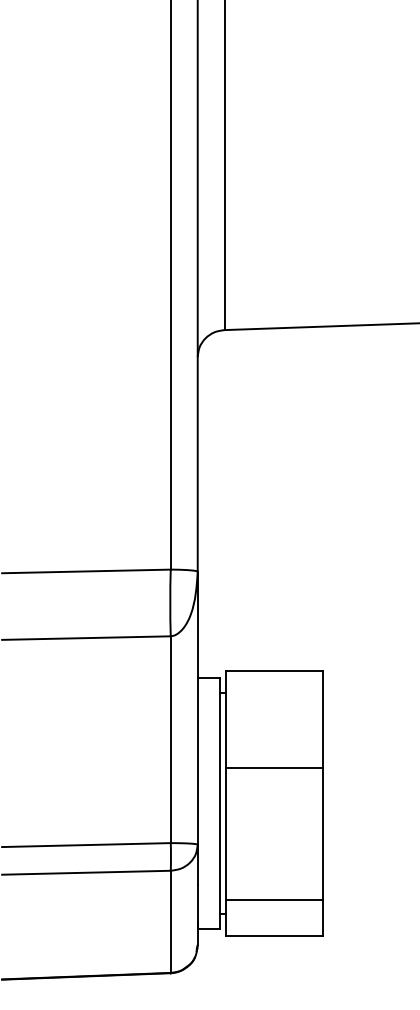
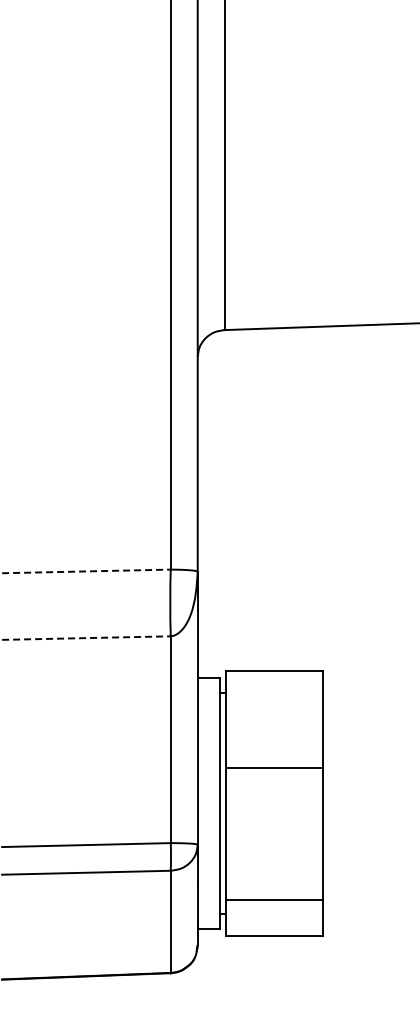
line at (86, 571): solid -> dashed
line at (86, 638): solid -> dashed
